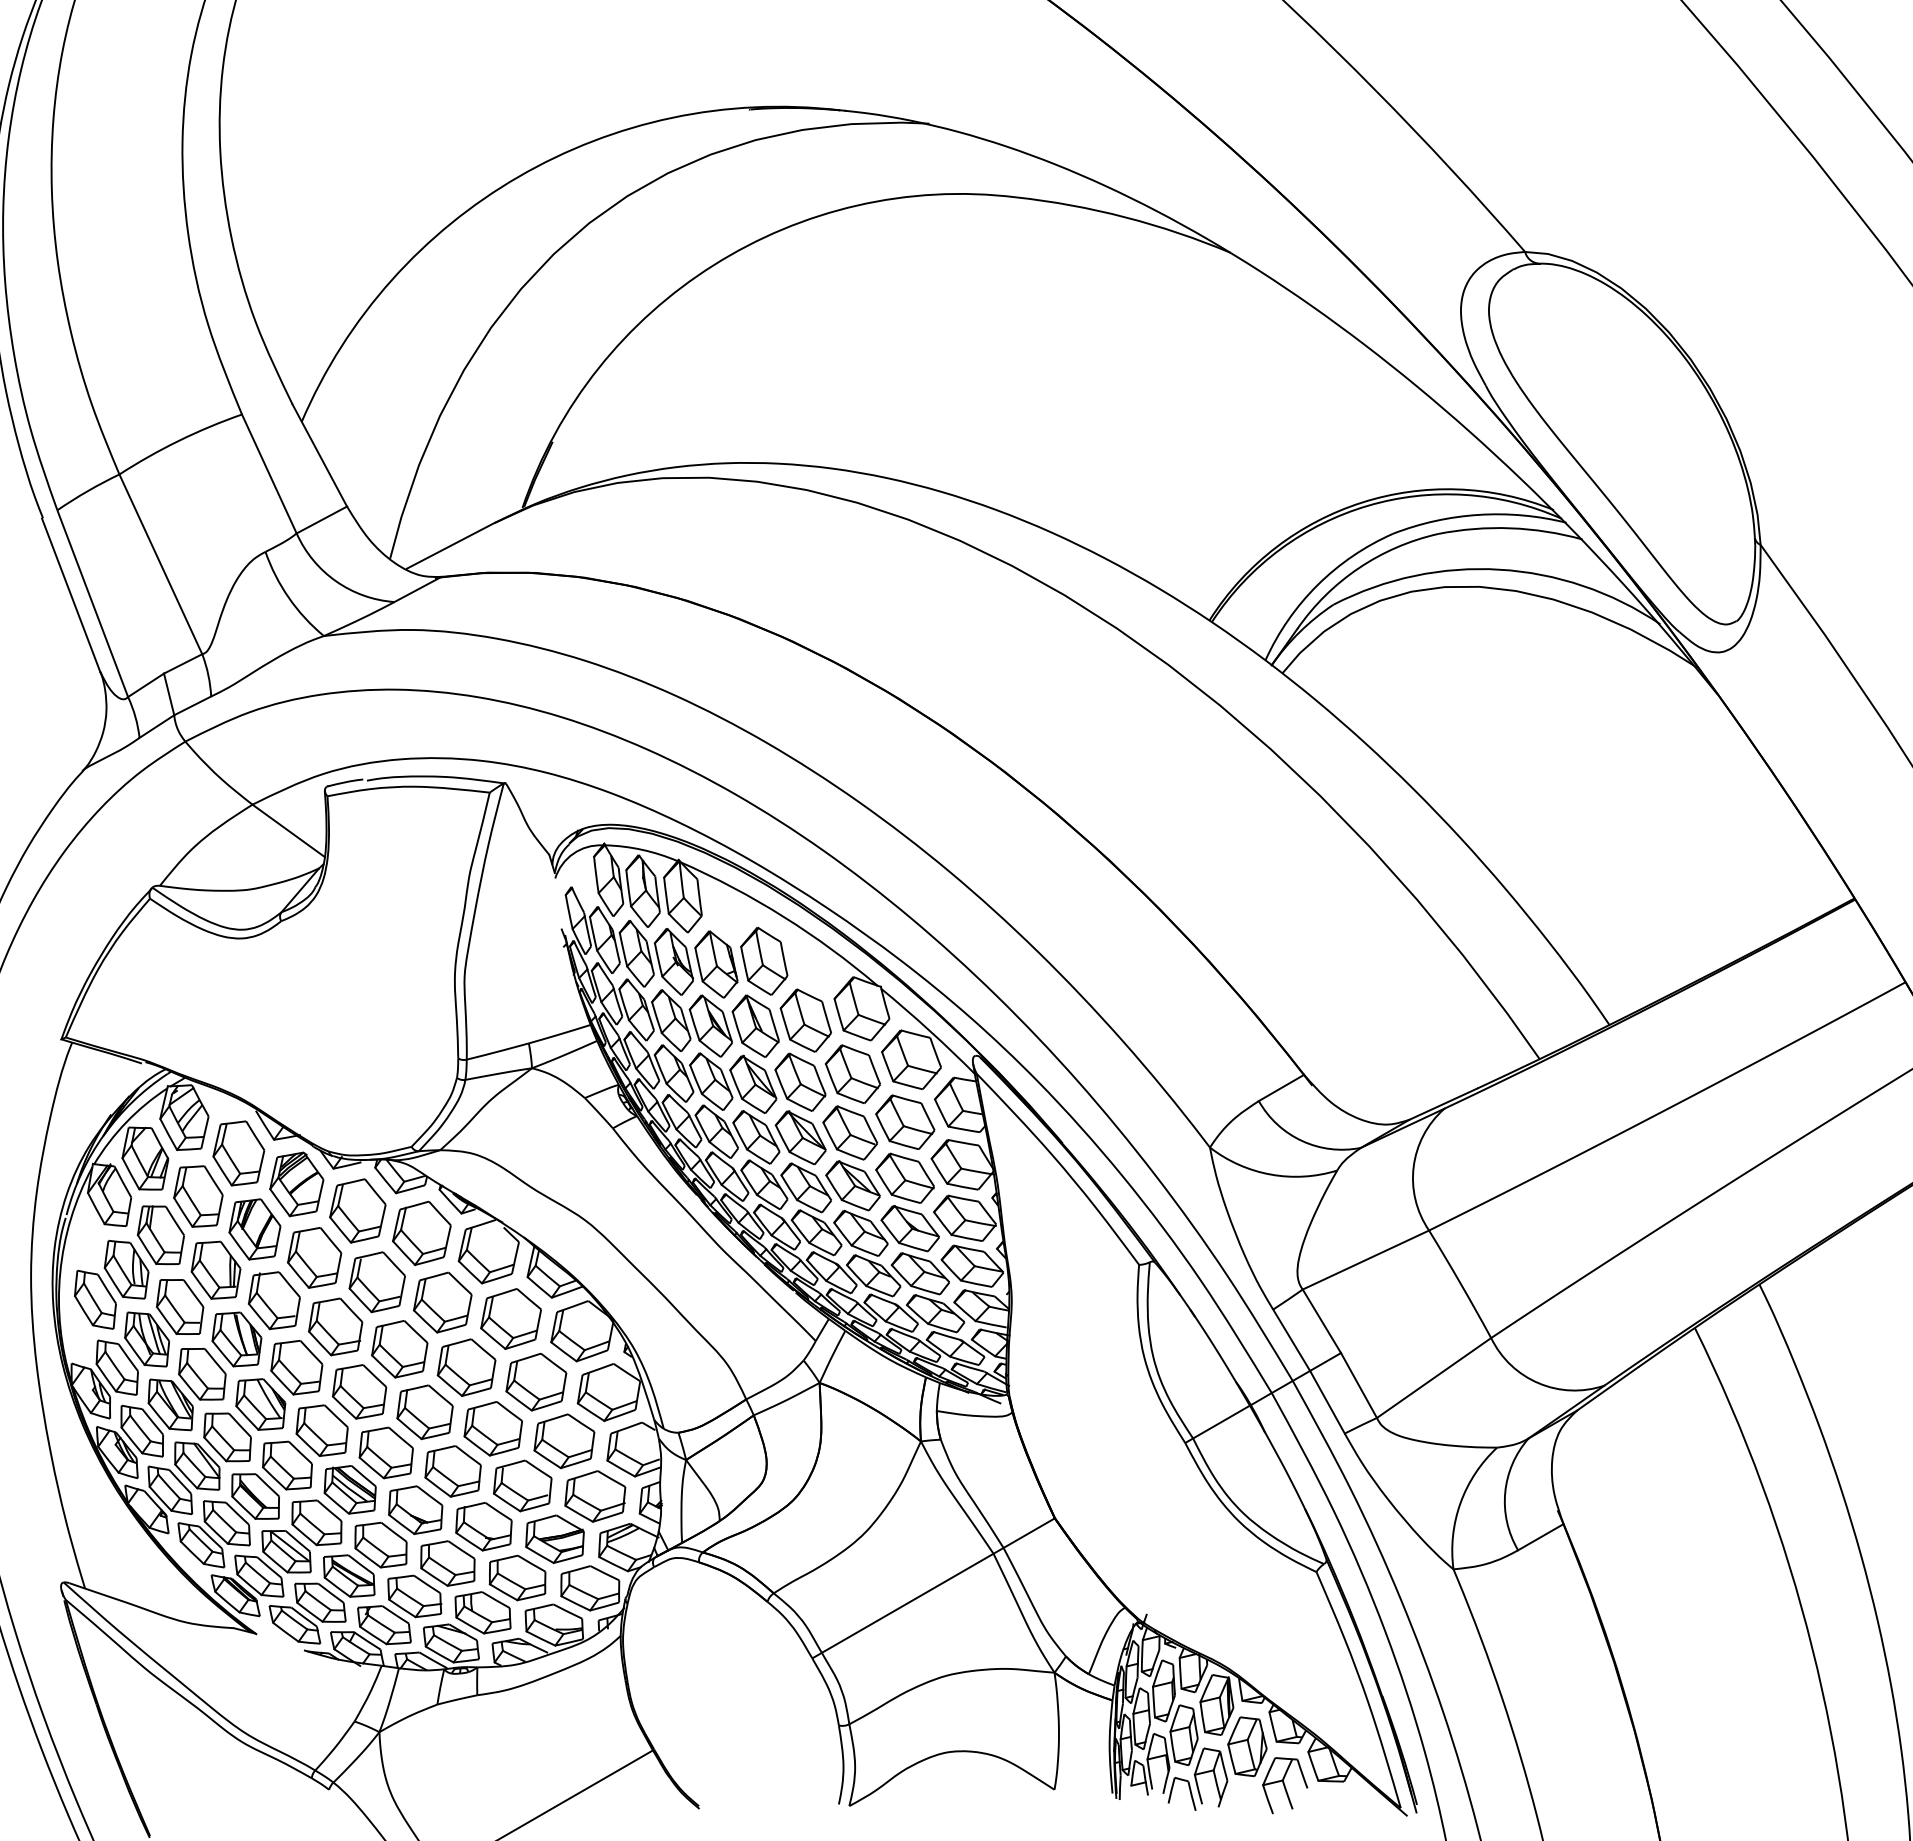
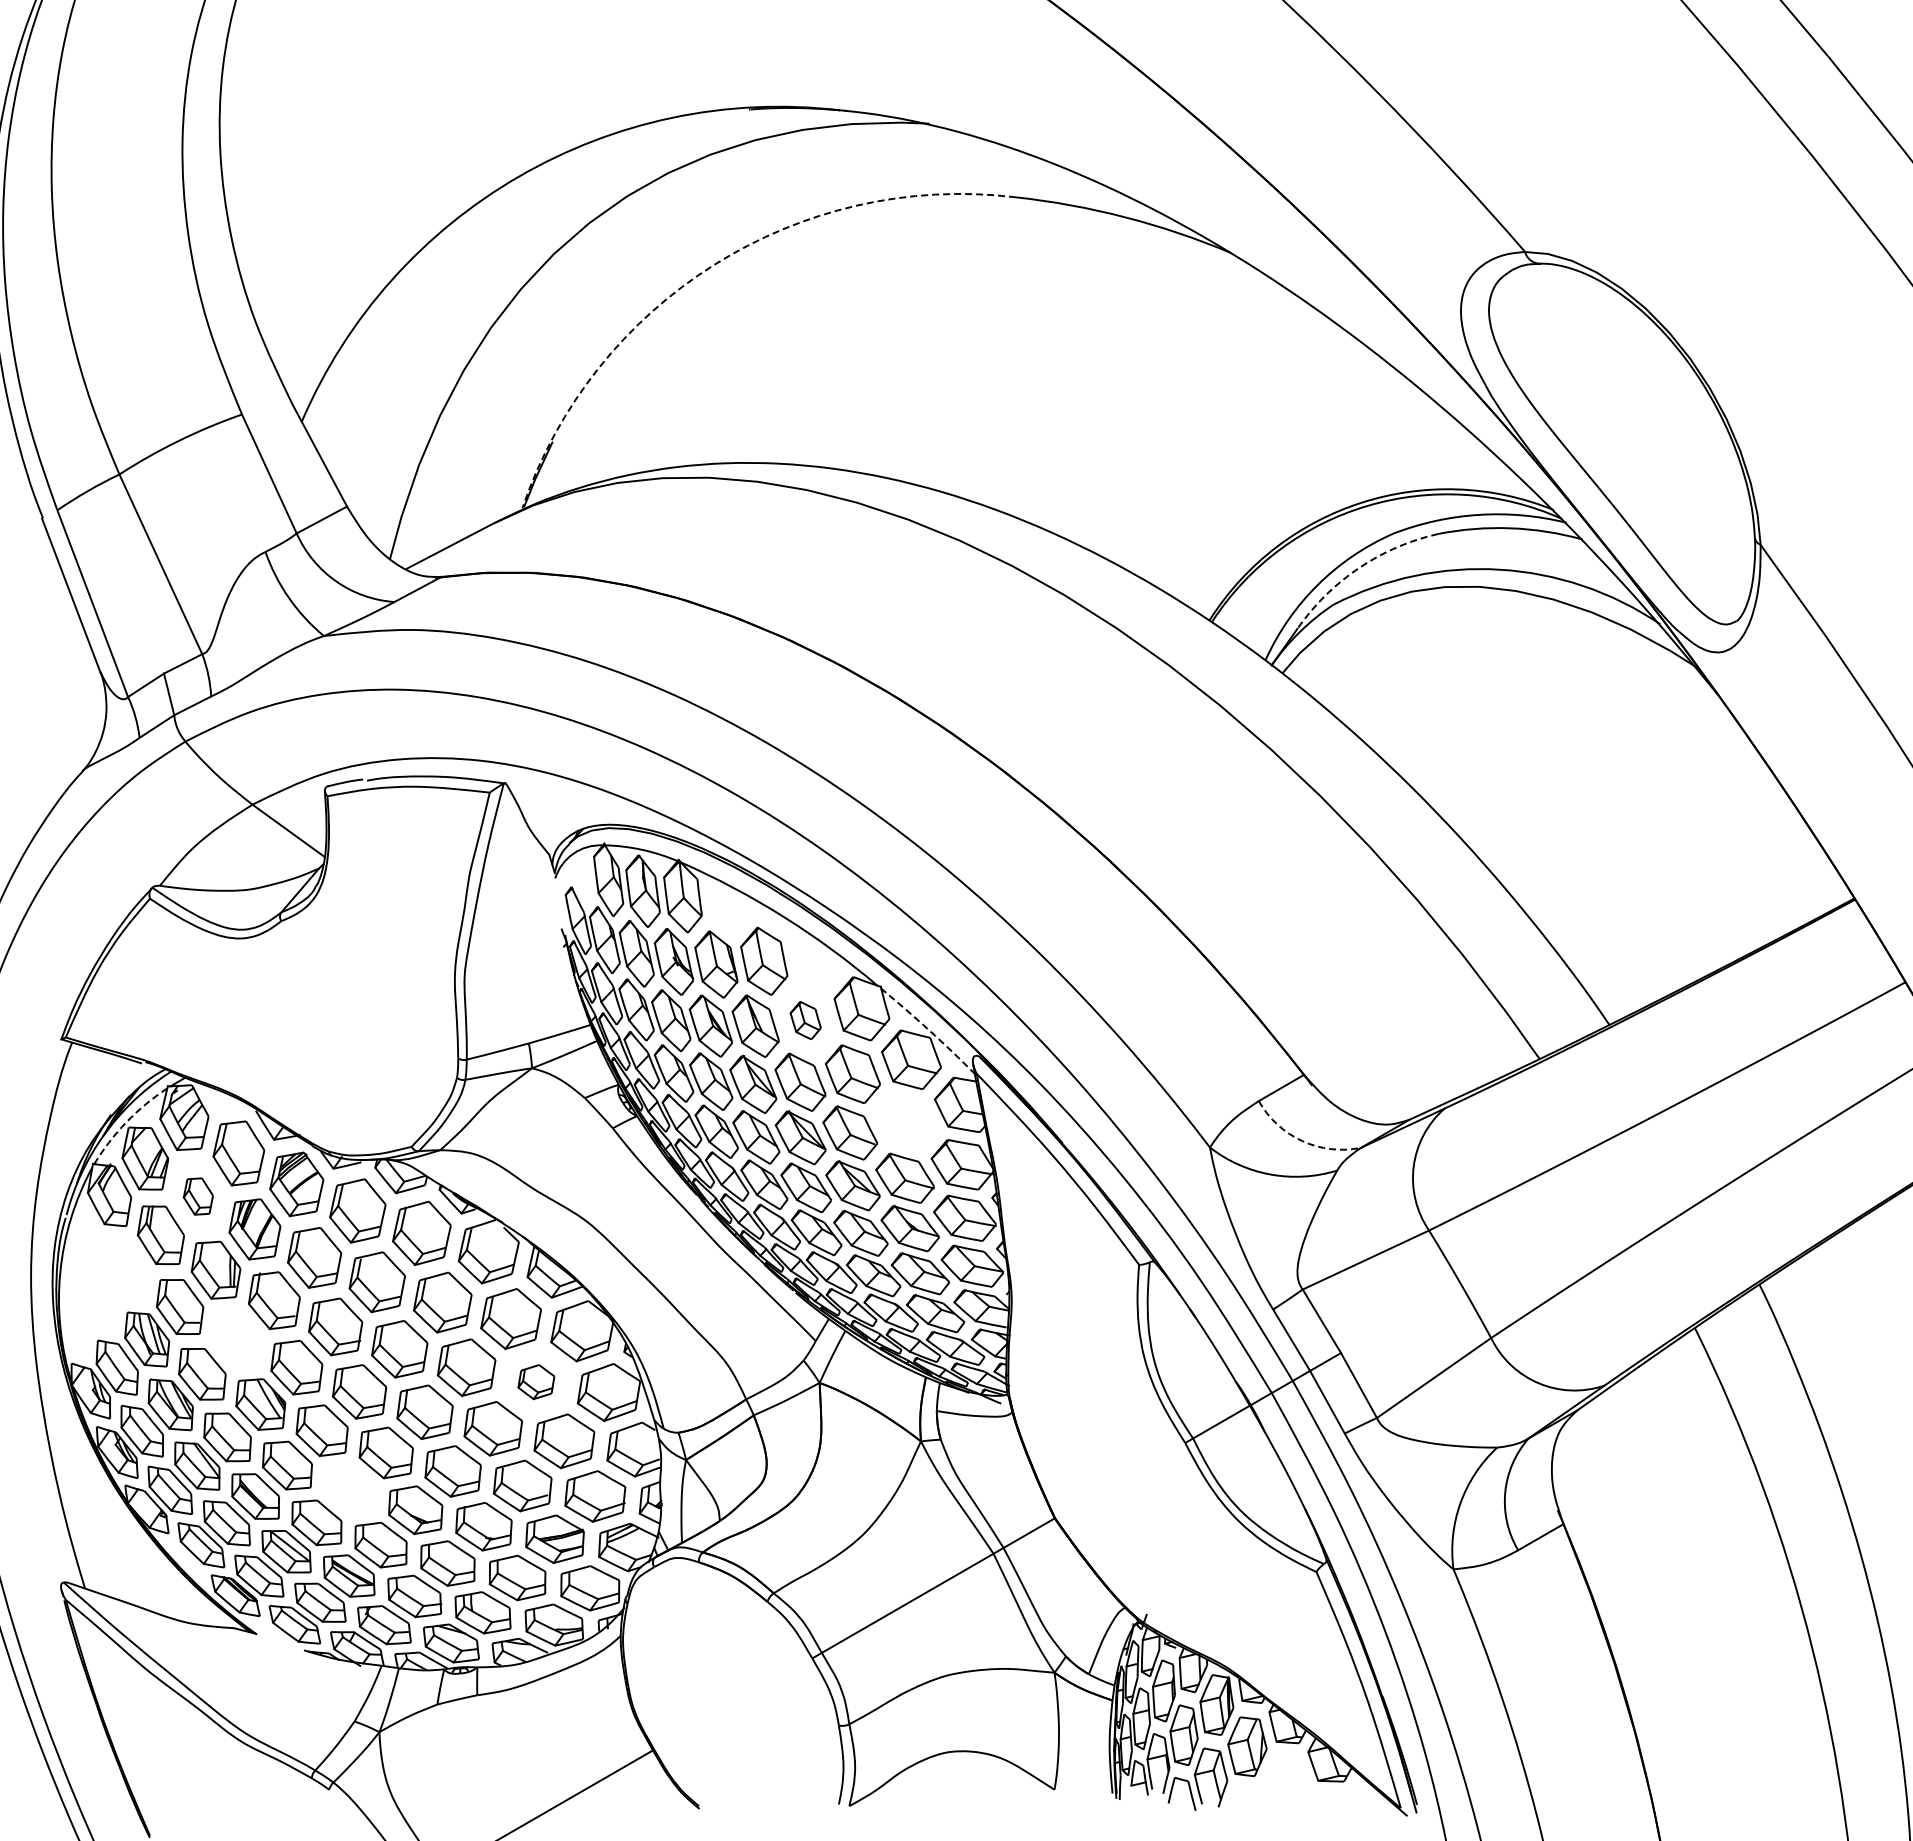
arc at (714, 265): solid -> dashed
arc at (1358, 568): solid -> dashed
part at (805, 1020) size: 53x65 px -> 33x39 px
arc at (929, 1030): solid -> dashed
part at (905, 1121): present -> none
arc at (126, 1122): solid -> dashed
arc at (1302, 1141): solid -> dashed
part at (198, 1196) size: 51x63 px -> 32x39 px
part at (111, 1284): present -> none
part at (236, 1339): present -> none
part at (536, 1381) size: 63x60 px -> 39x37 px
part at (349, 1489): present -> none
part at (1285, 1785): present -> none
